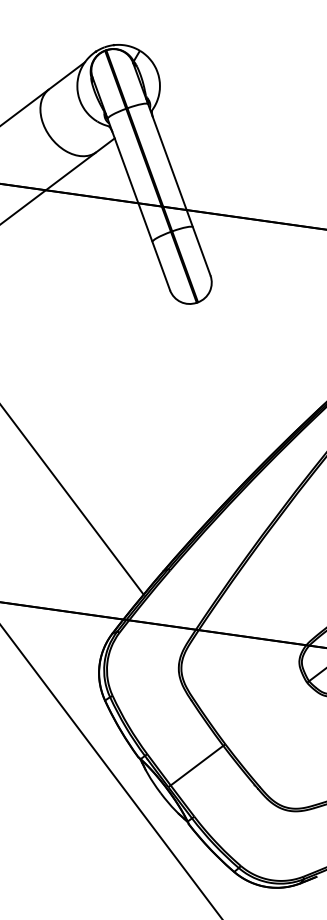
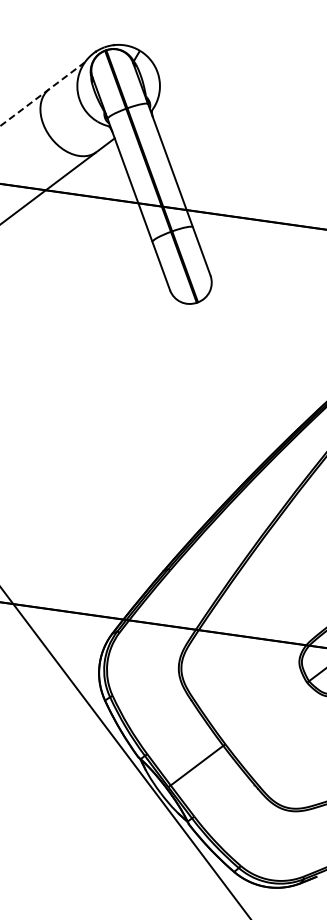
line at (42, 94): solid -> dashed
line at (72, 500): present -> none
line at (111, 771) position: (111, 771) -> (125, 752)
